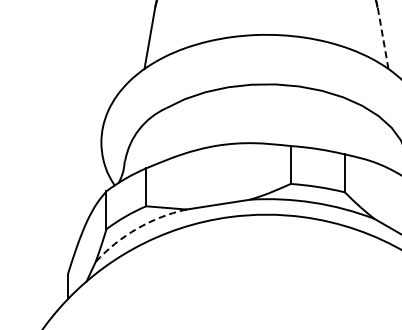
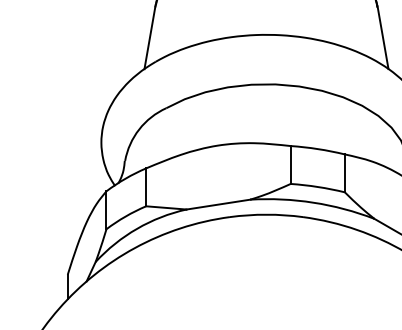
line at (383, 37): dashed -> solid
arc at (137, 228): dashed -> solid
